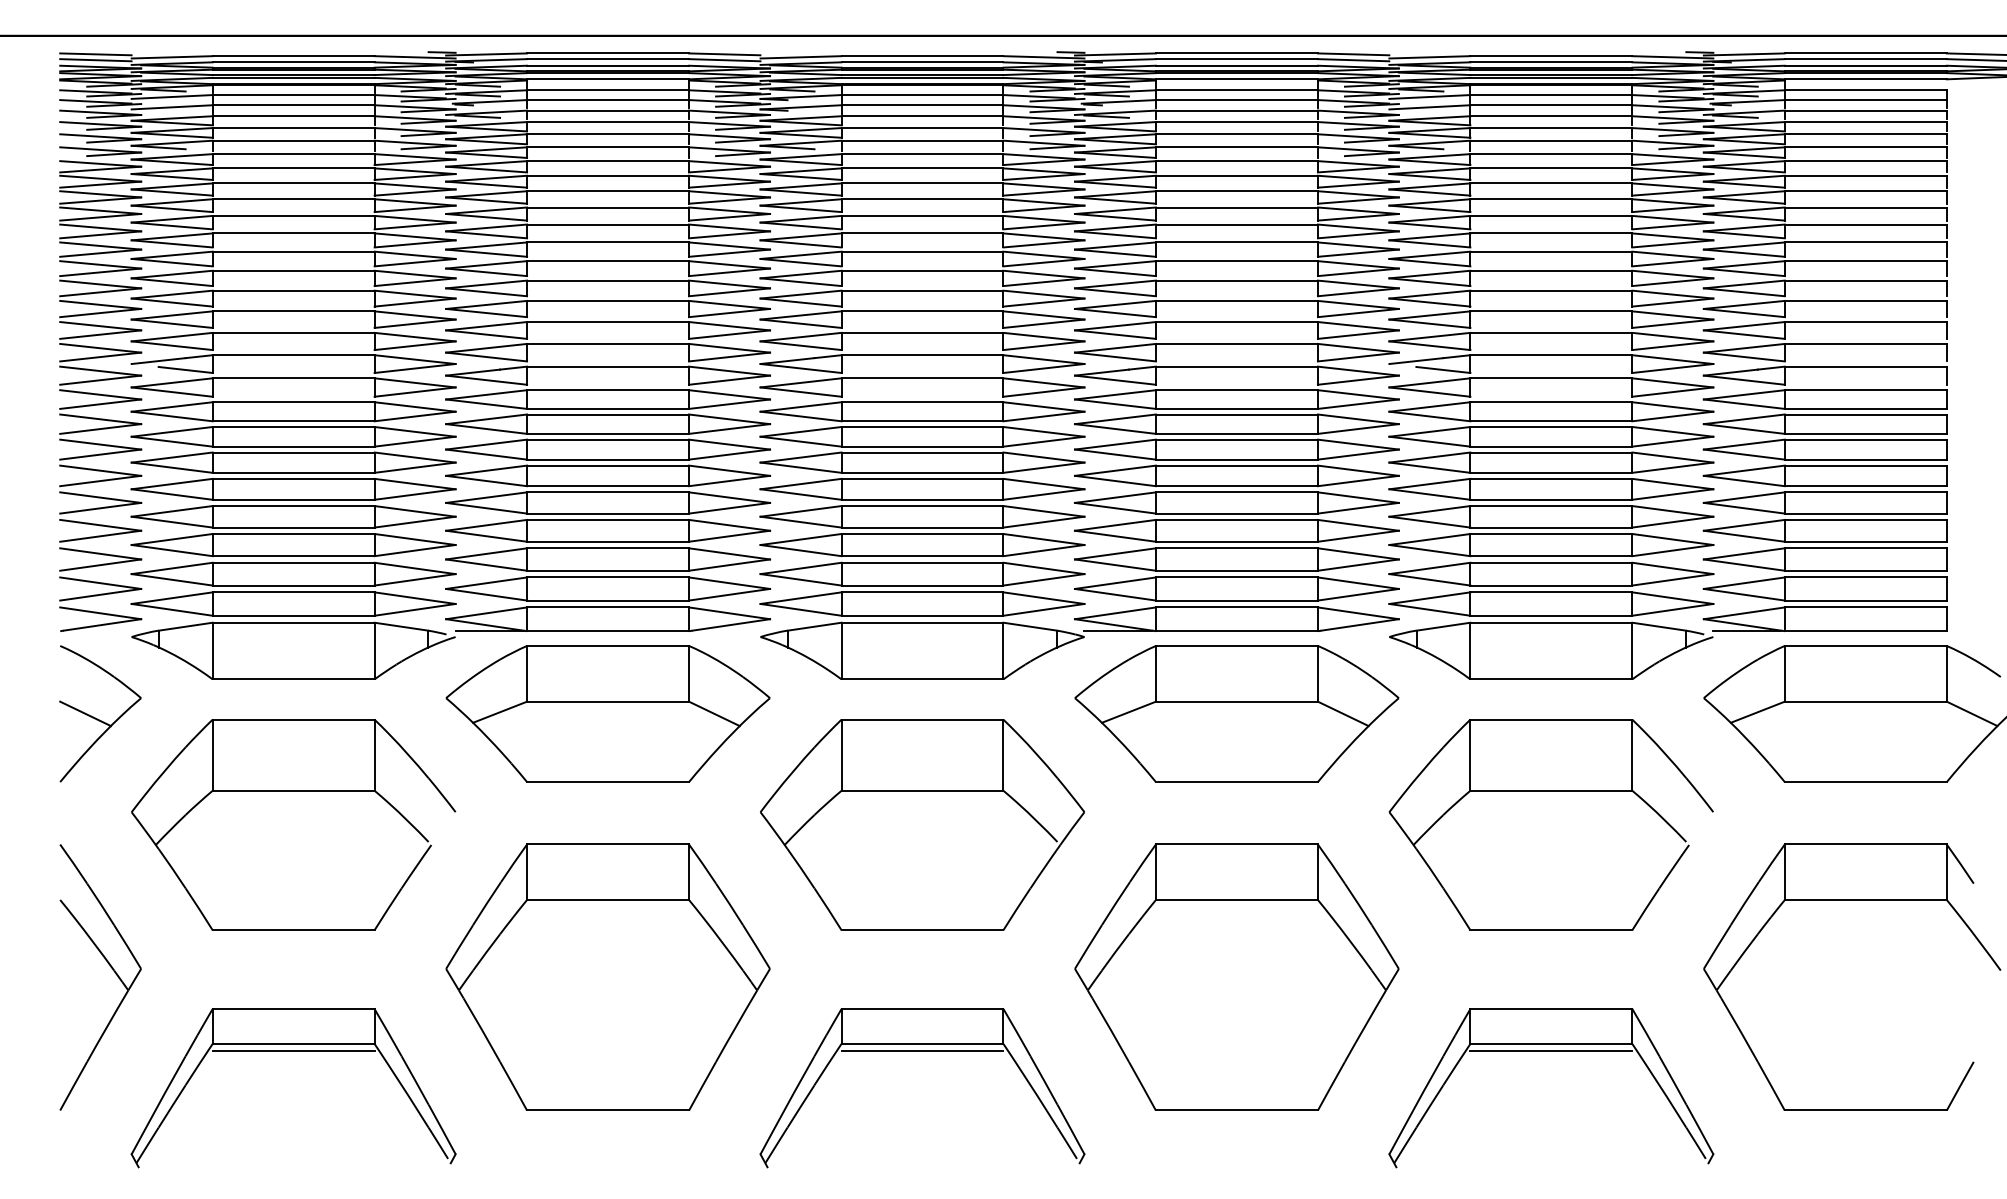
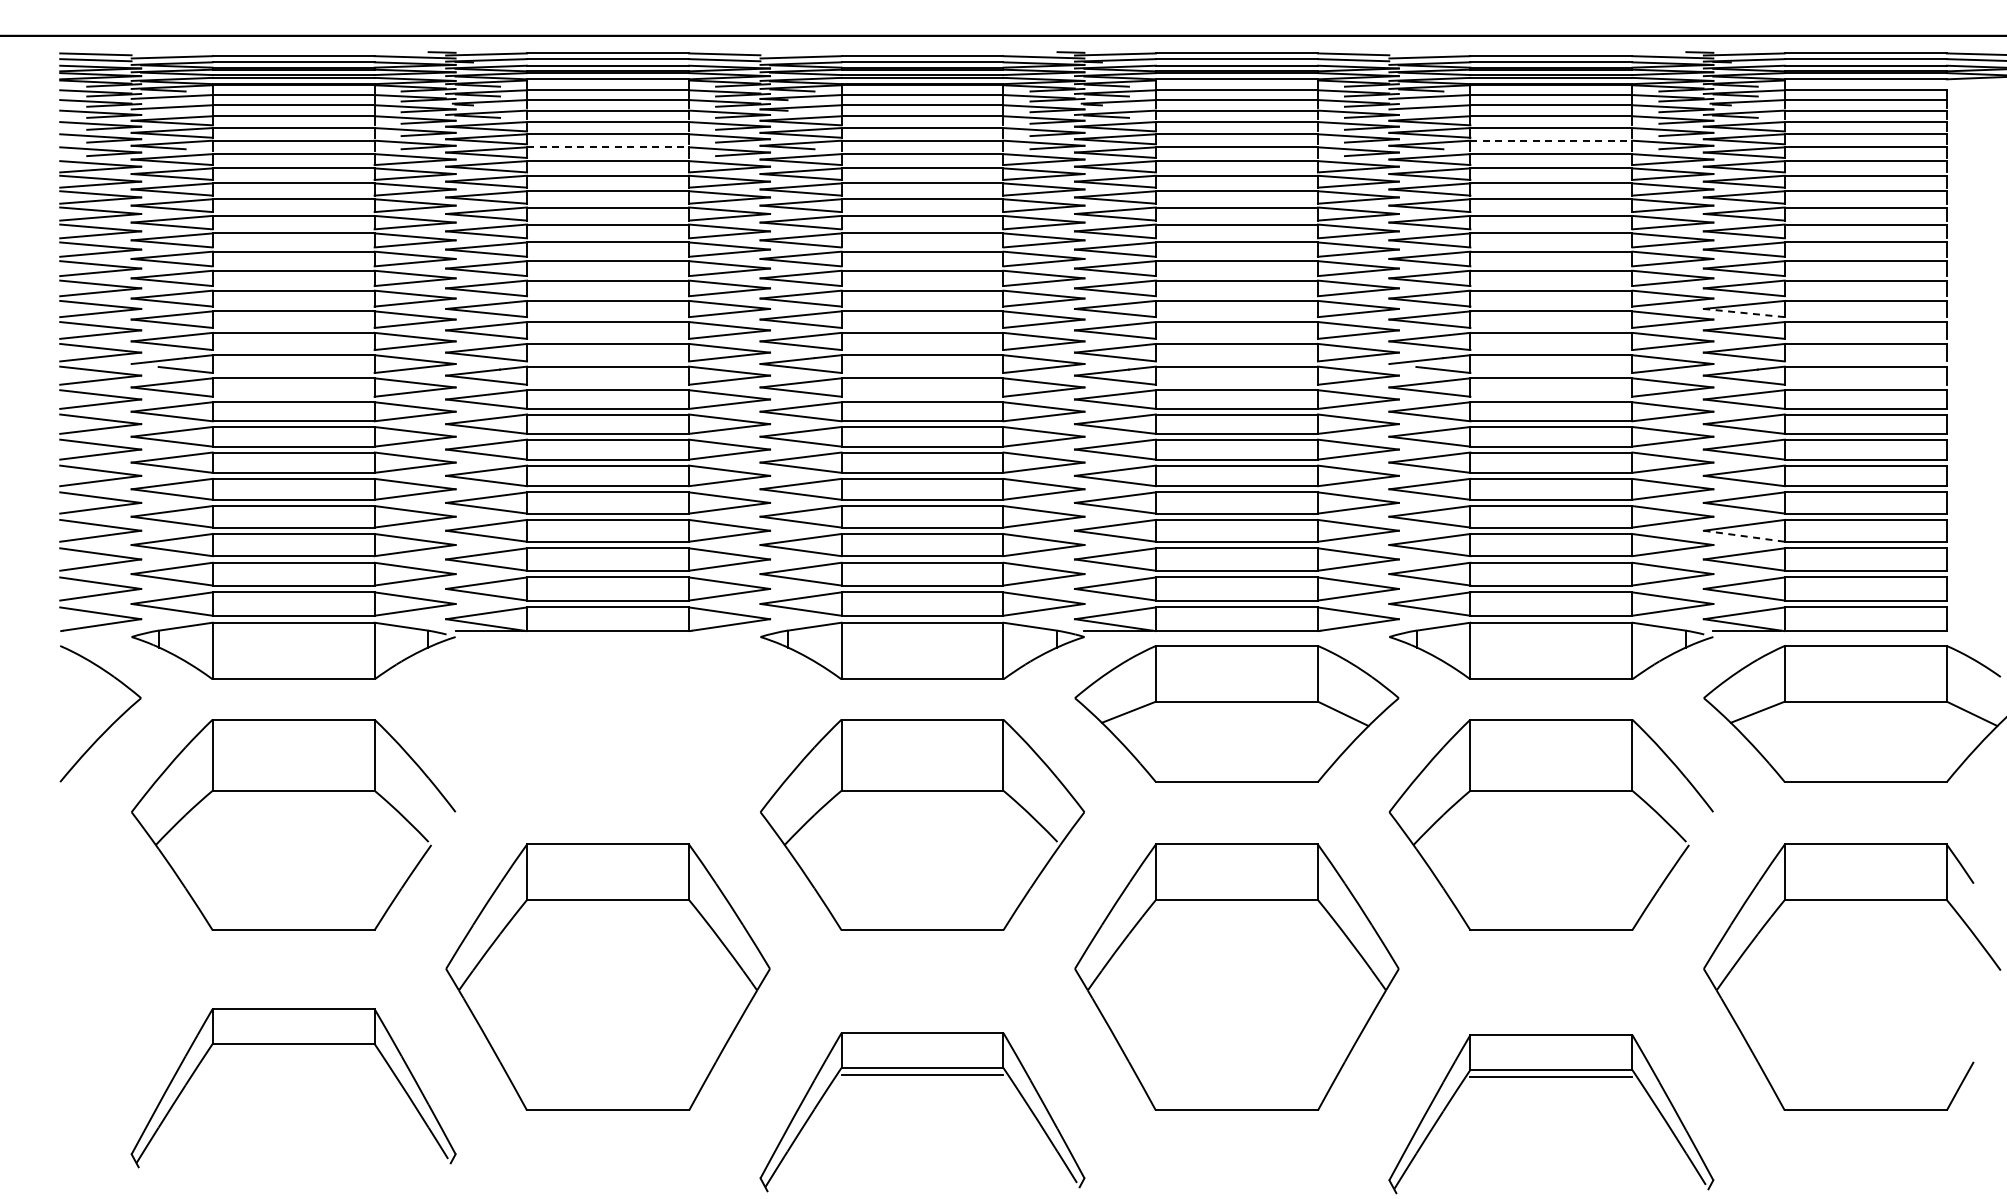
line at (1551, 140): solid -> dashed
line at (608, 147): solid -> dashed
line at (1744, 313): solid -> dashed
line at (1744, 536): solid -> dashed
line at (85, 713): present -> none
part at (607, 713): present -> none
part at (112, 970): present -> none
line at (293, 1051): present -> none
part at (922, 1051) position: (922, 1051) -> (922, 1075)
part at (1551, 1051) position: (1551, 1051) -> (1551, 1077)
